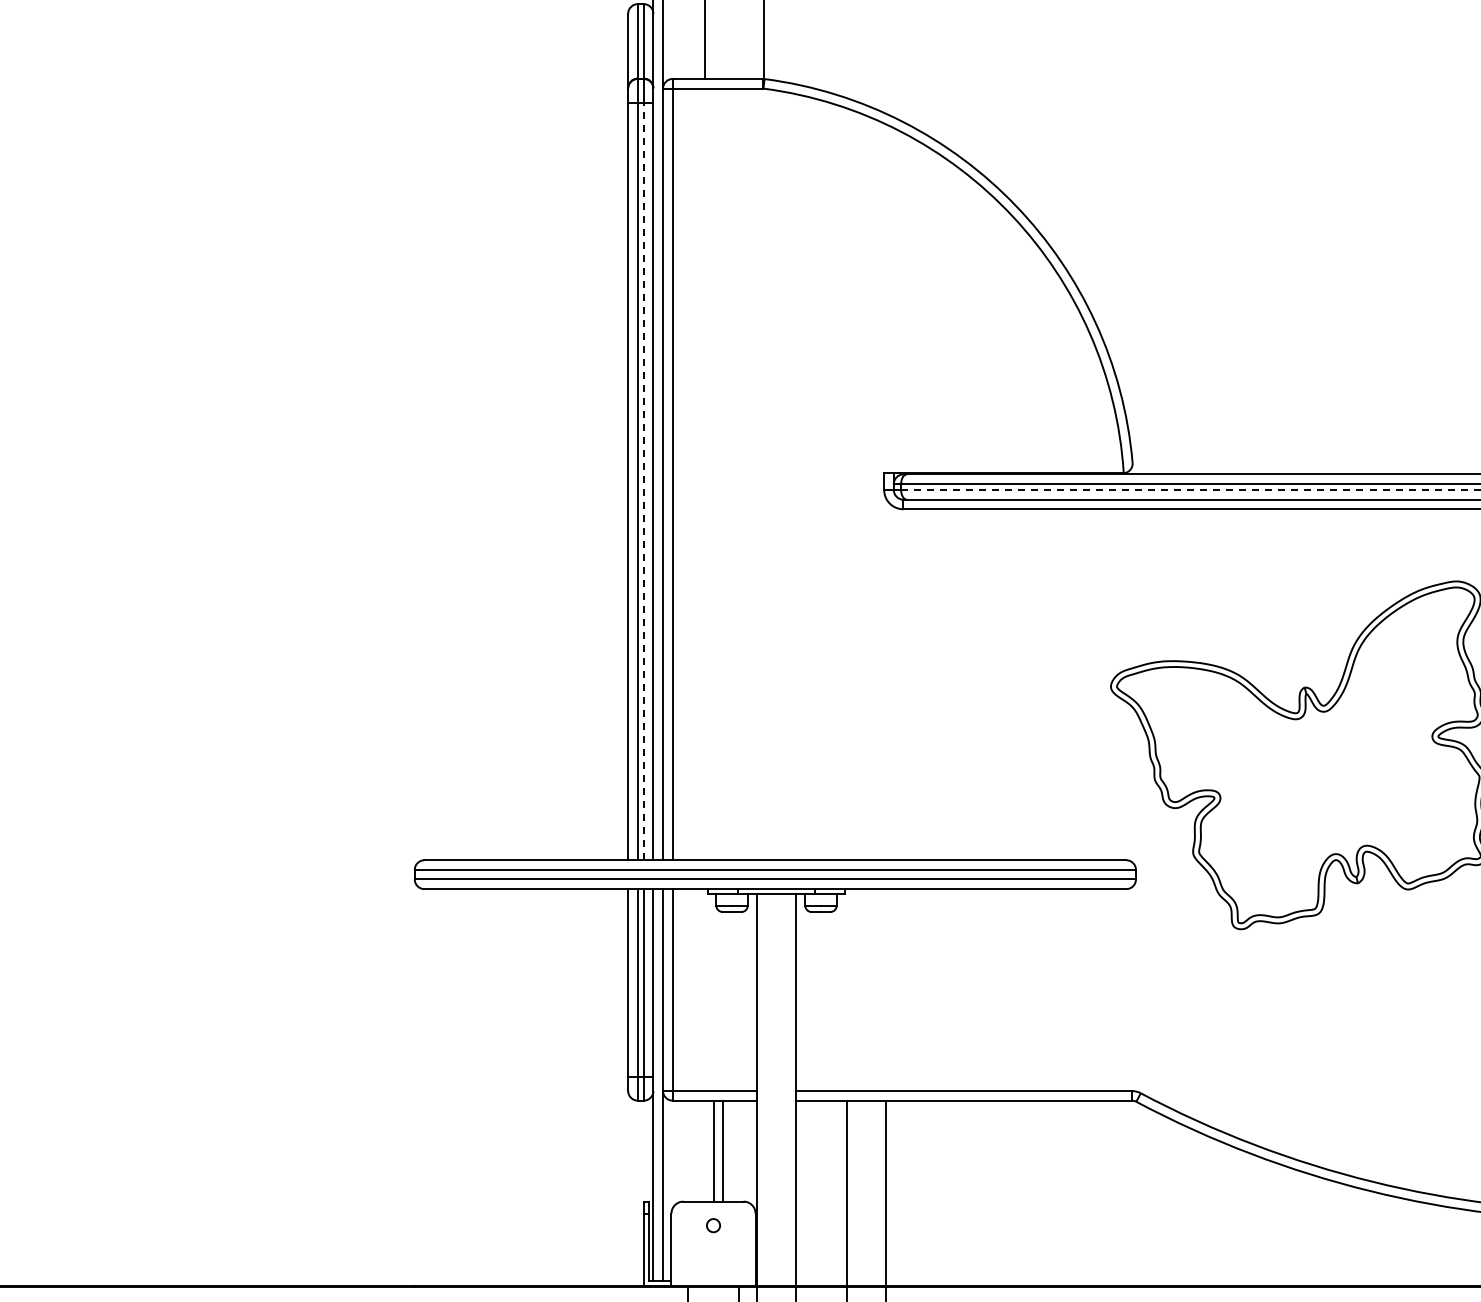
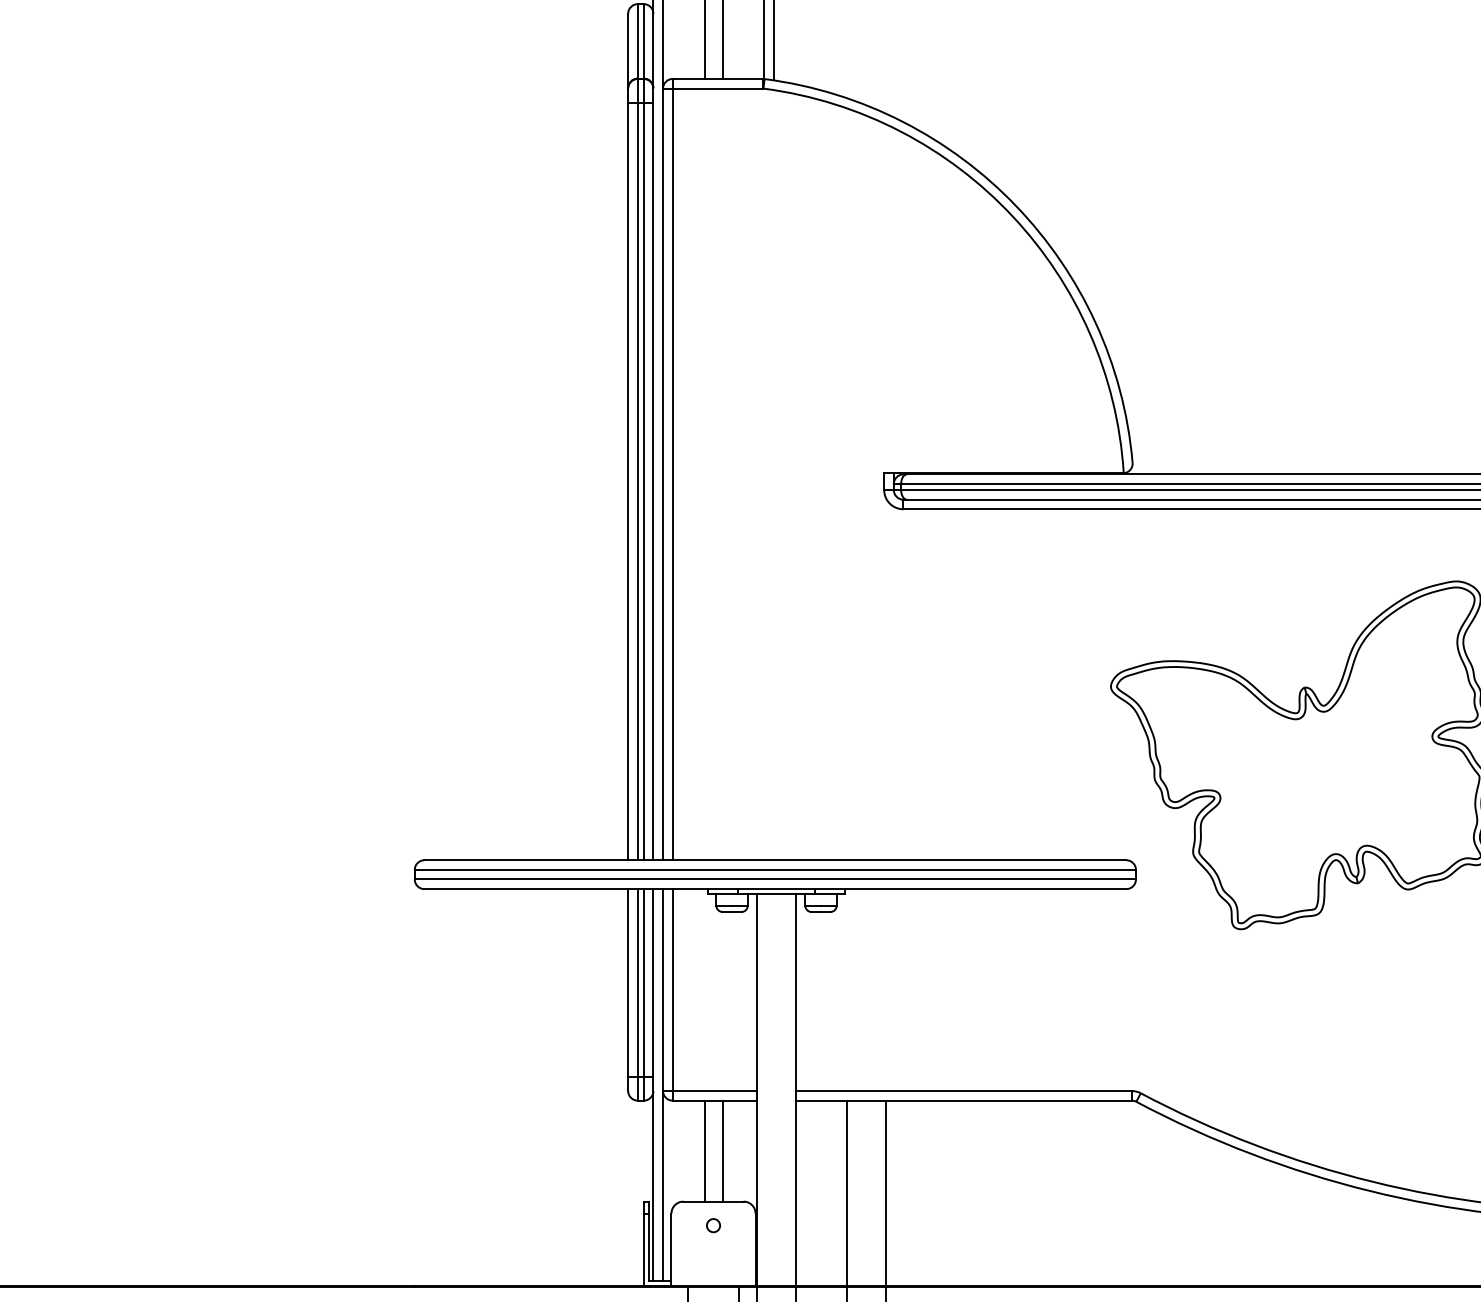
line at (722, 40): none -> present
line at (773, 41): none -> present
line at (643, 481): dashed -> solid
line at (1191, 490): dashed -> solid
line at (713, 1150) position: (713, 1150) -> (704, 1150)
